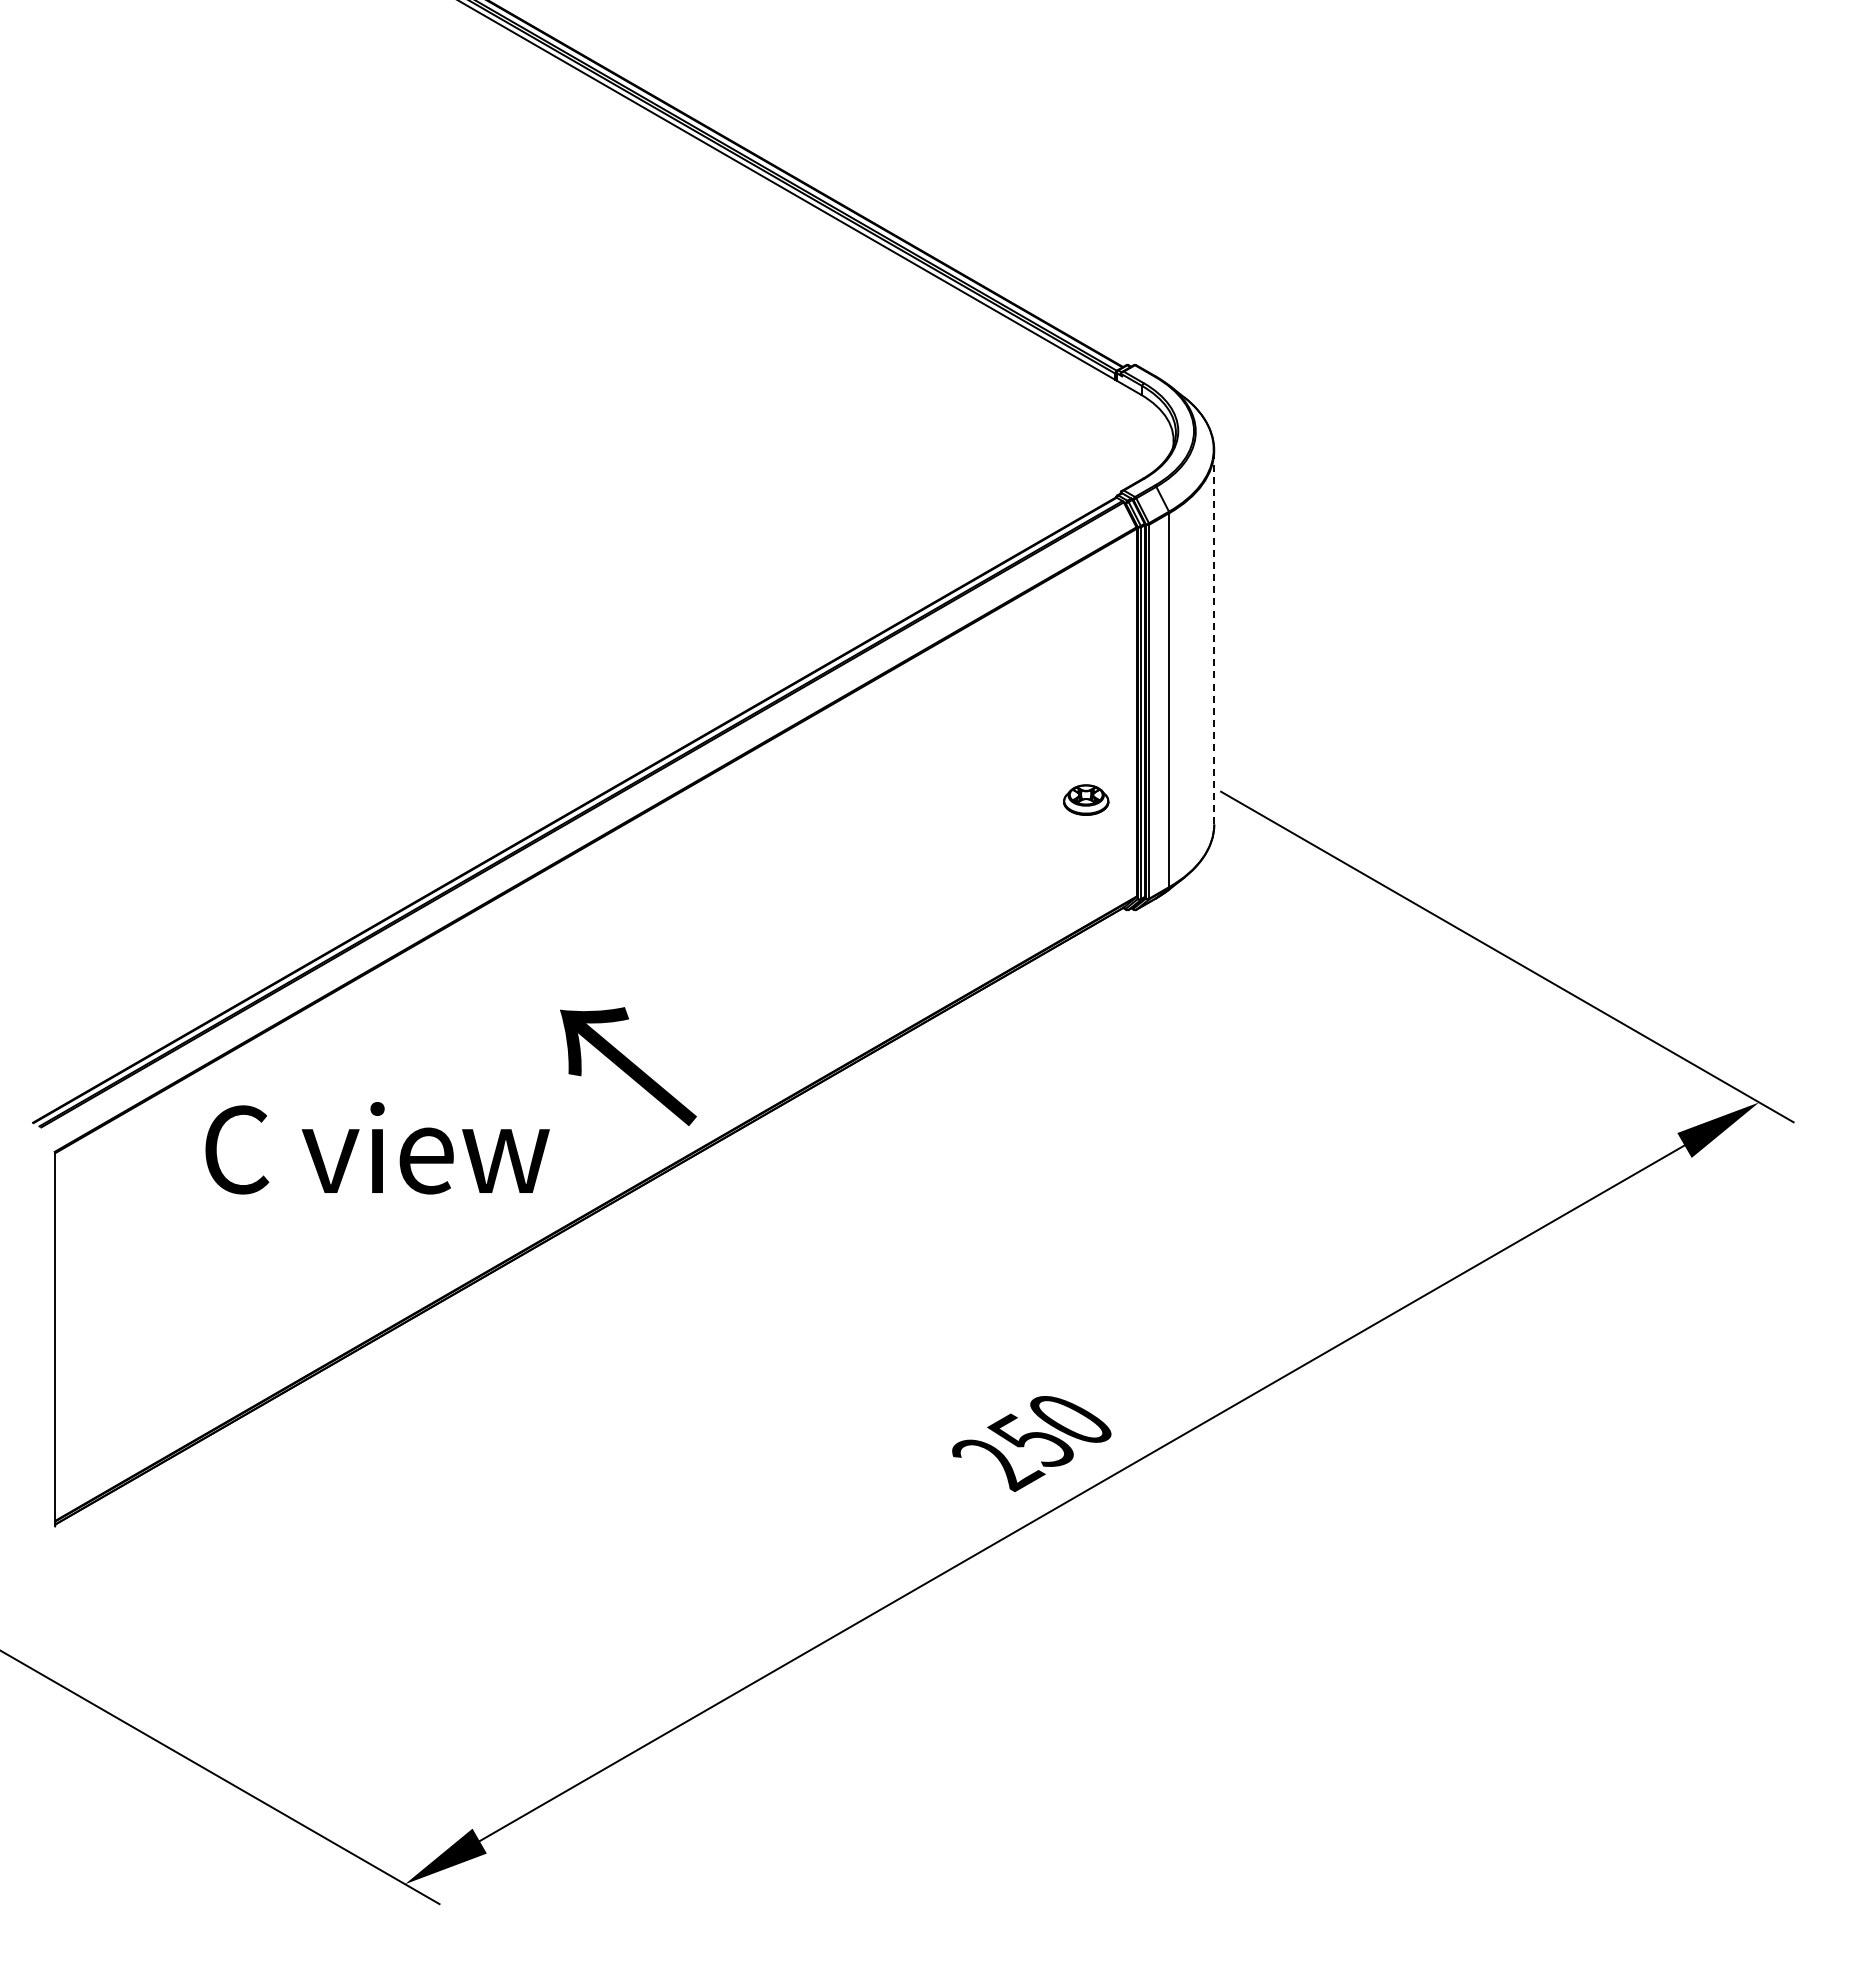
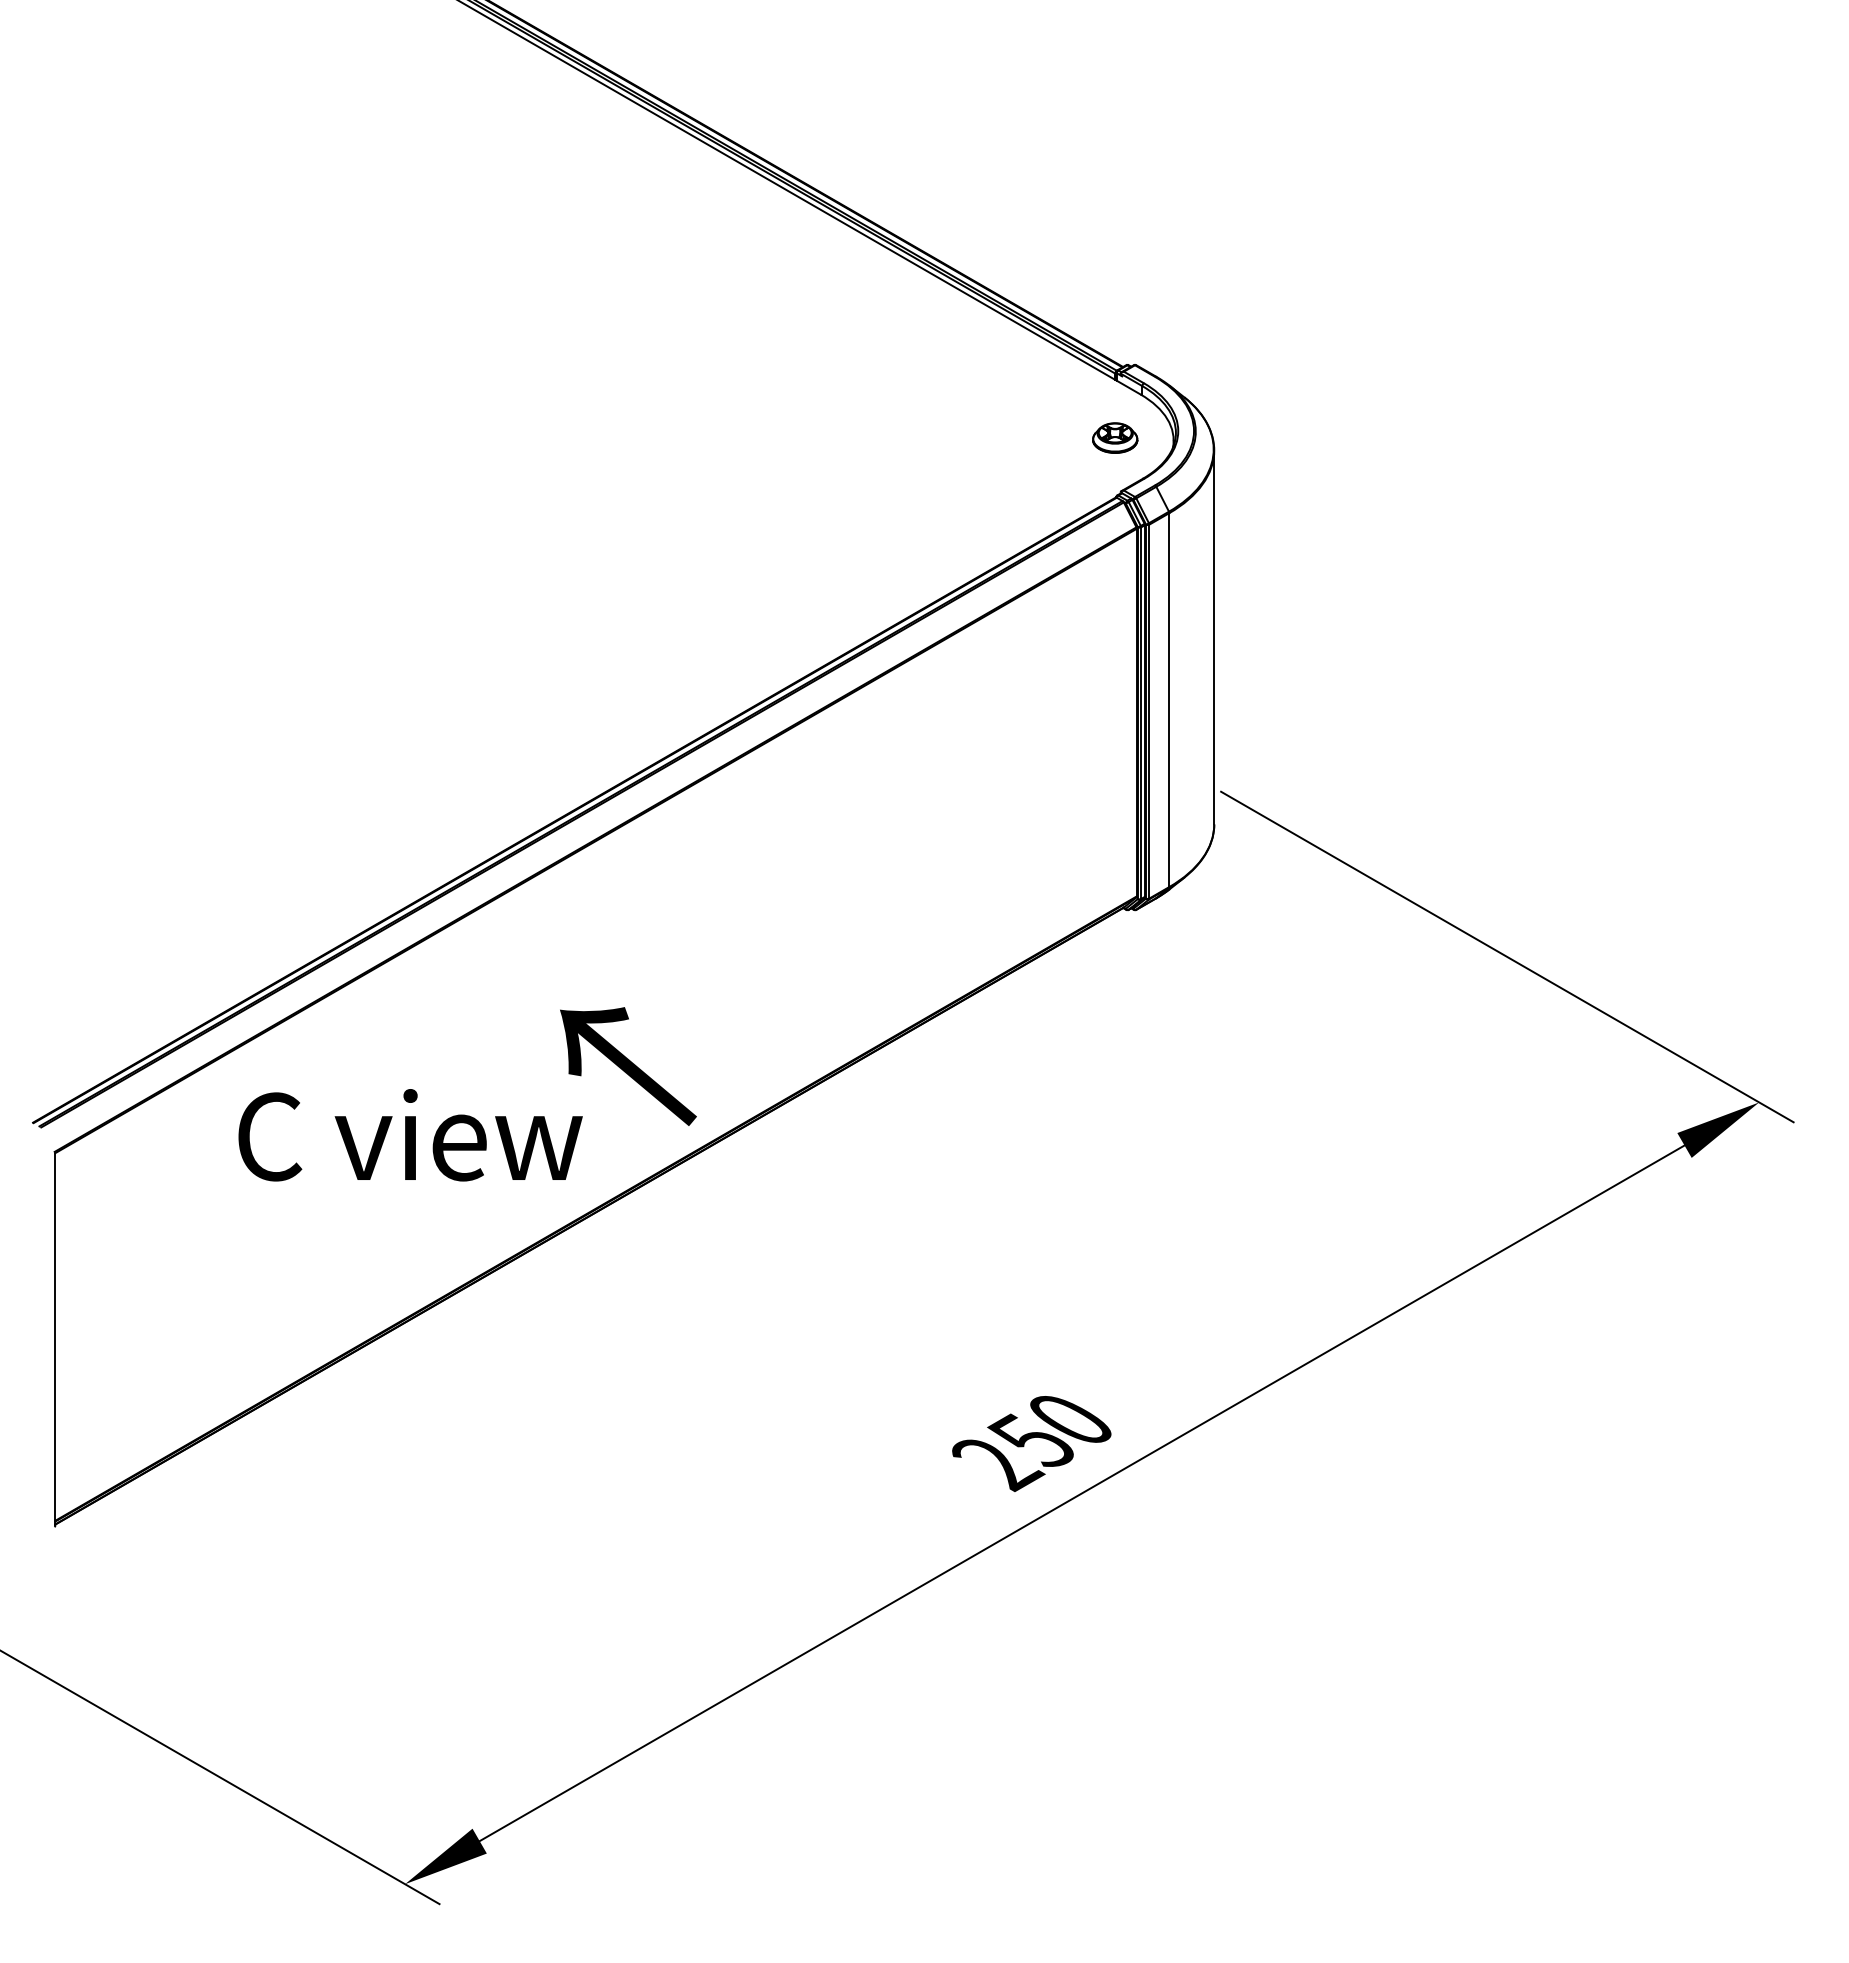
line at (1214, 637): dashed -> solid
part at (1086, 799) position: (1086, 799) -> (1115, 437)
text at (377, 1148) position: (377, 1148) -> (410, 1135)
